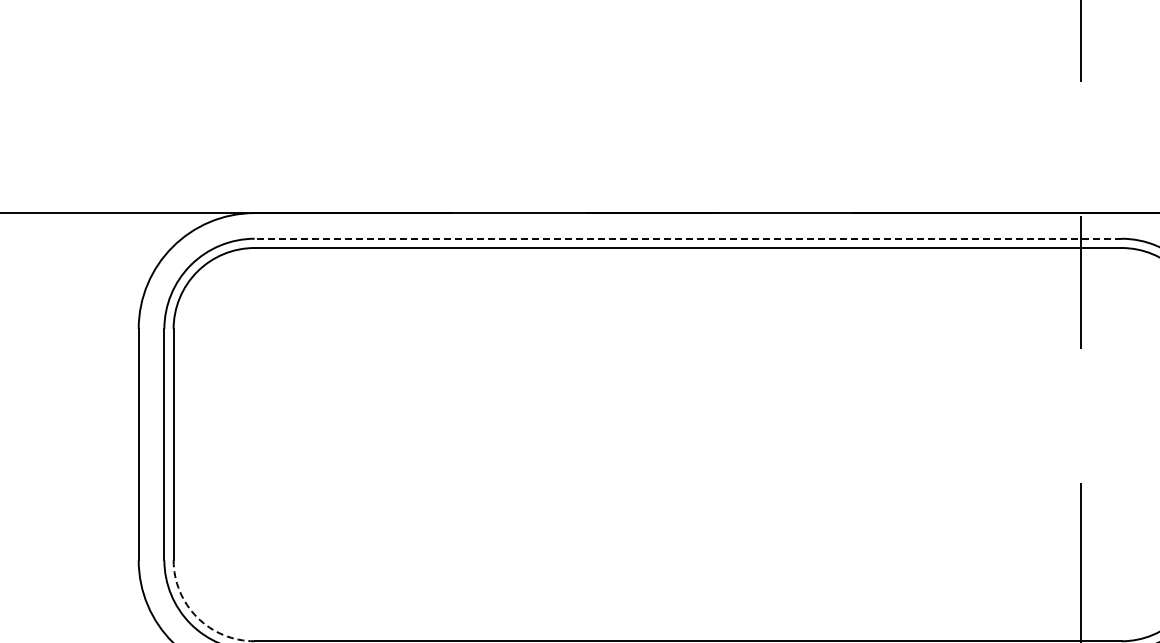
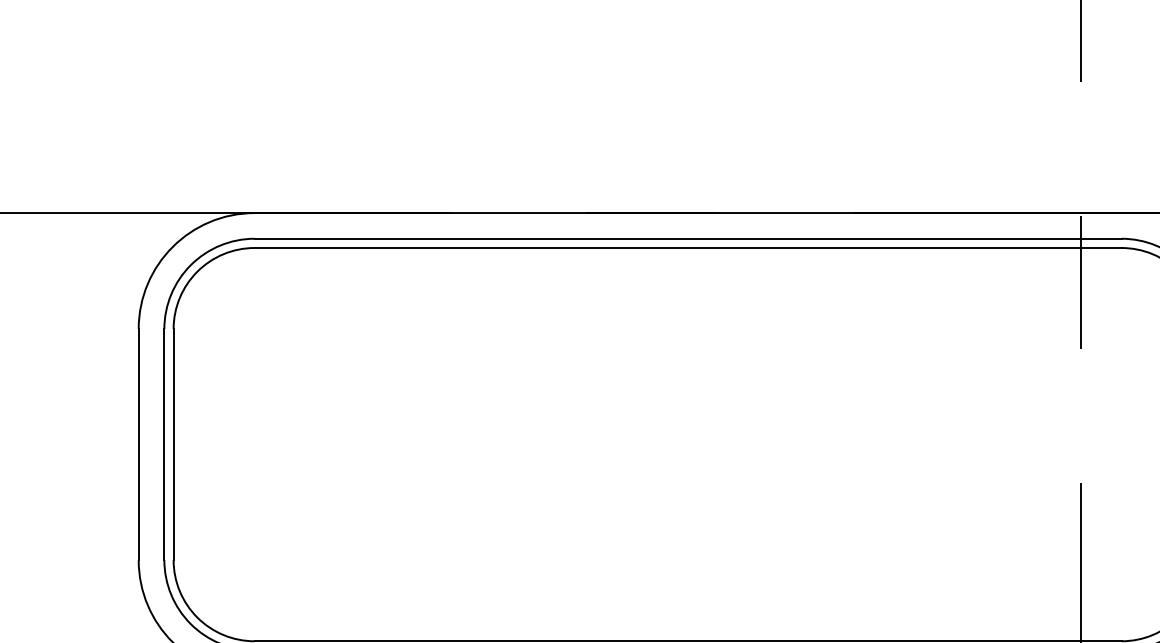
line at (687, 238): dashed -> solid
arc at (197, 617): dashed -> solid
